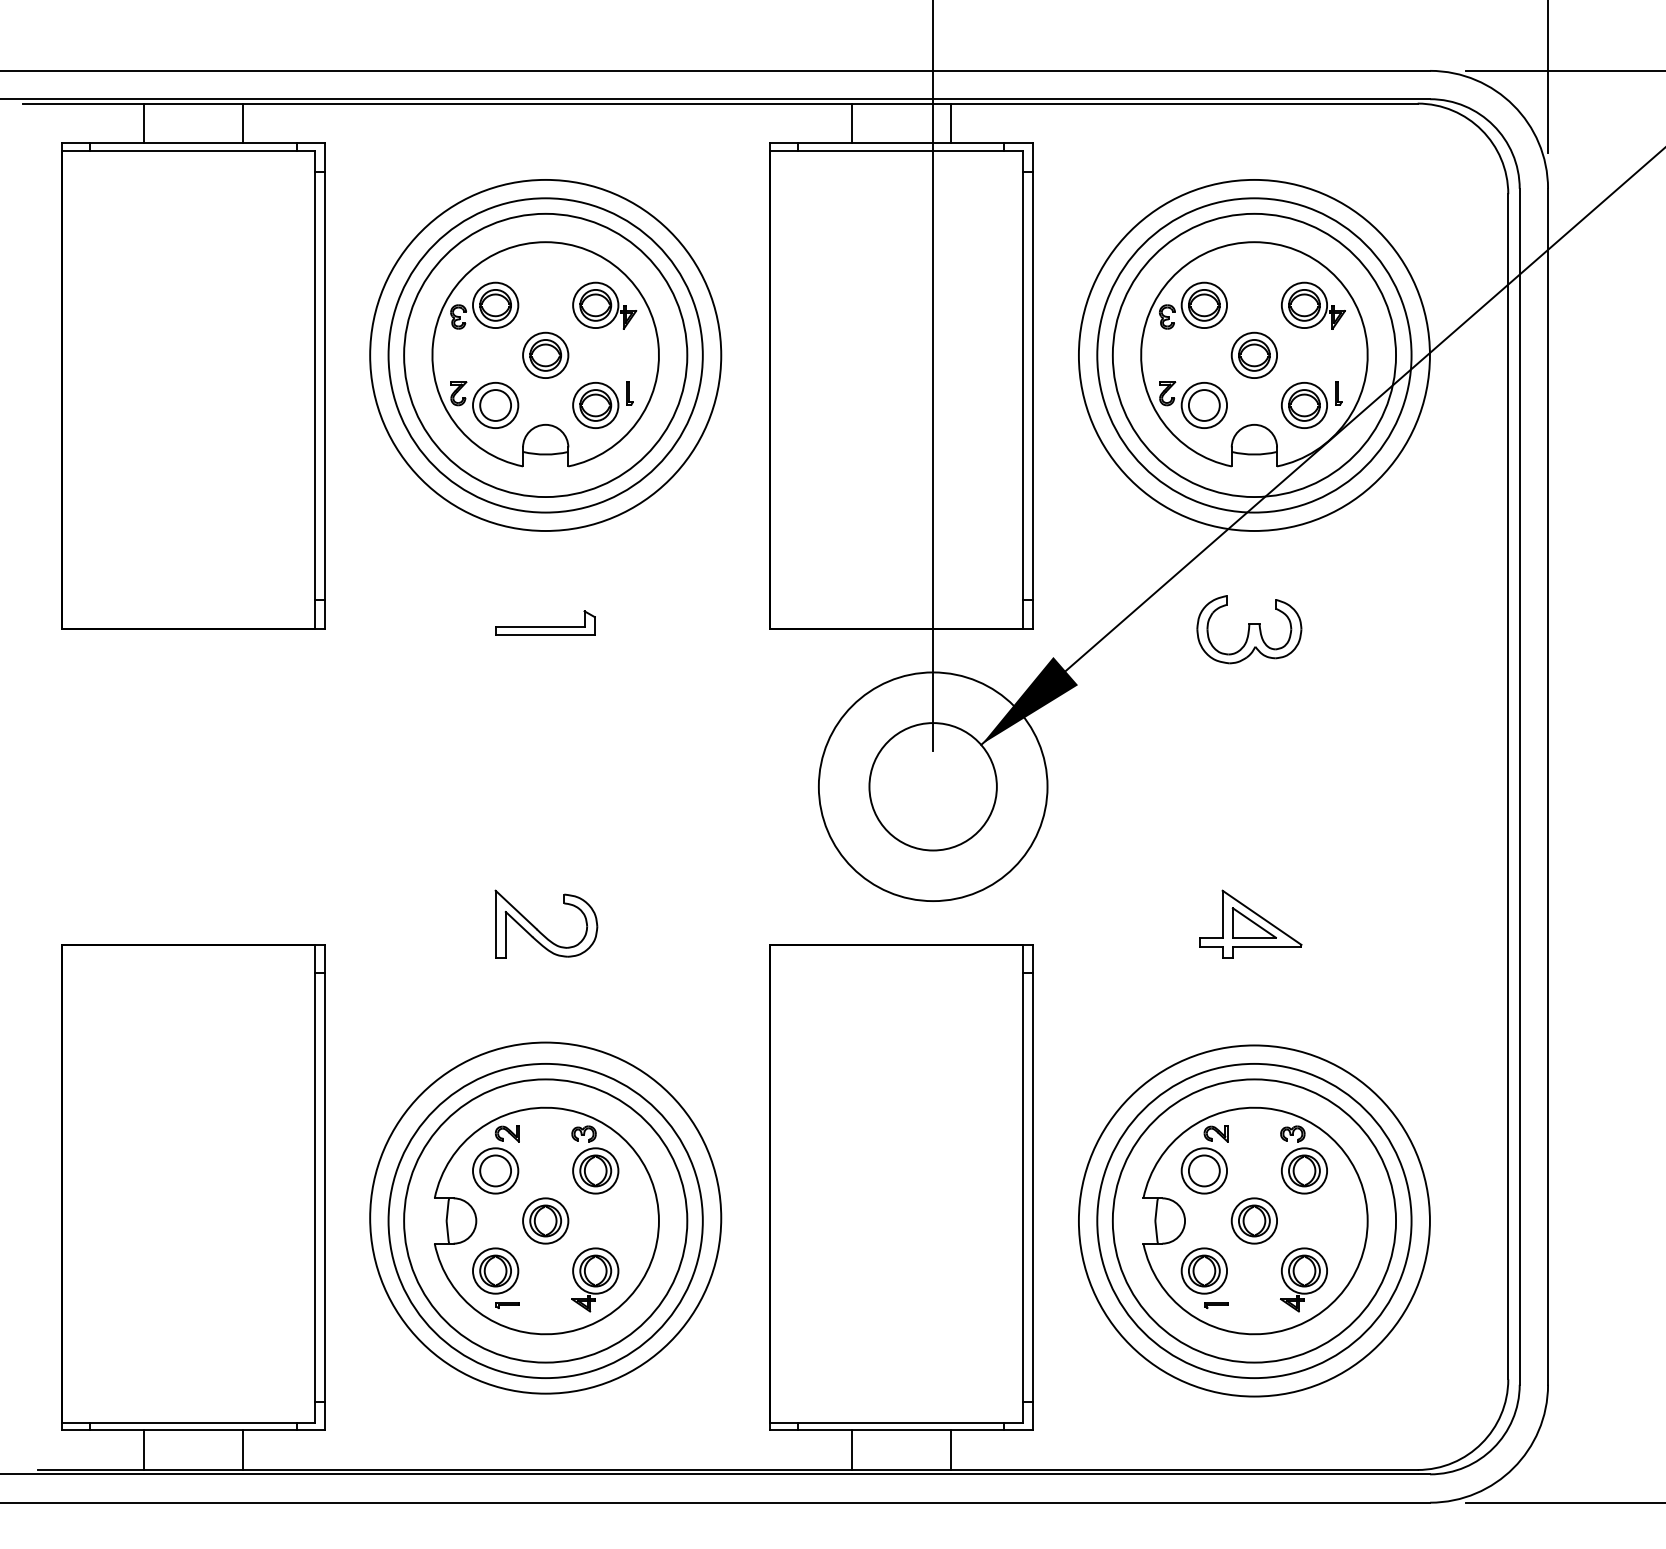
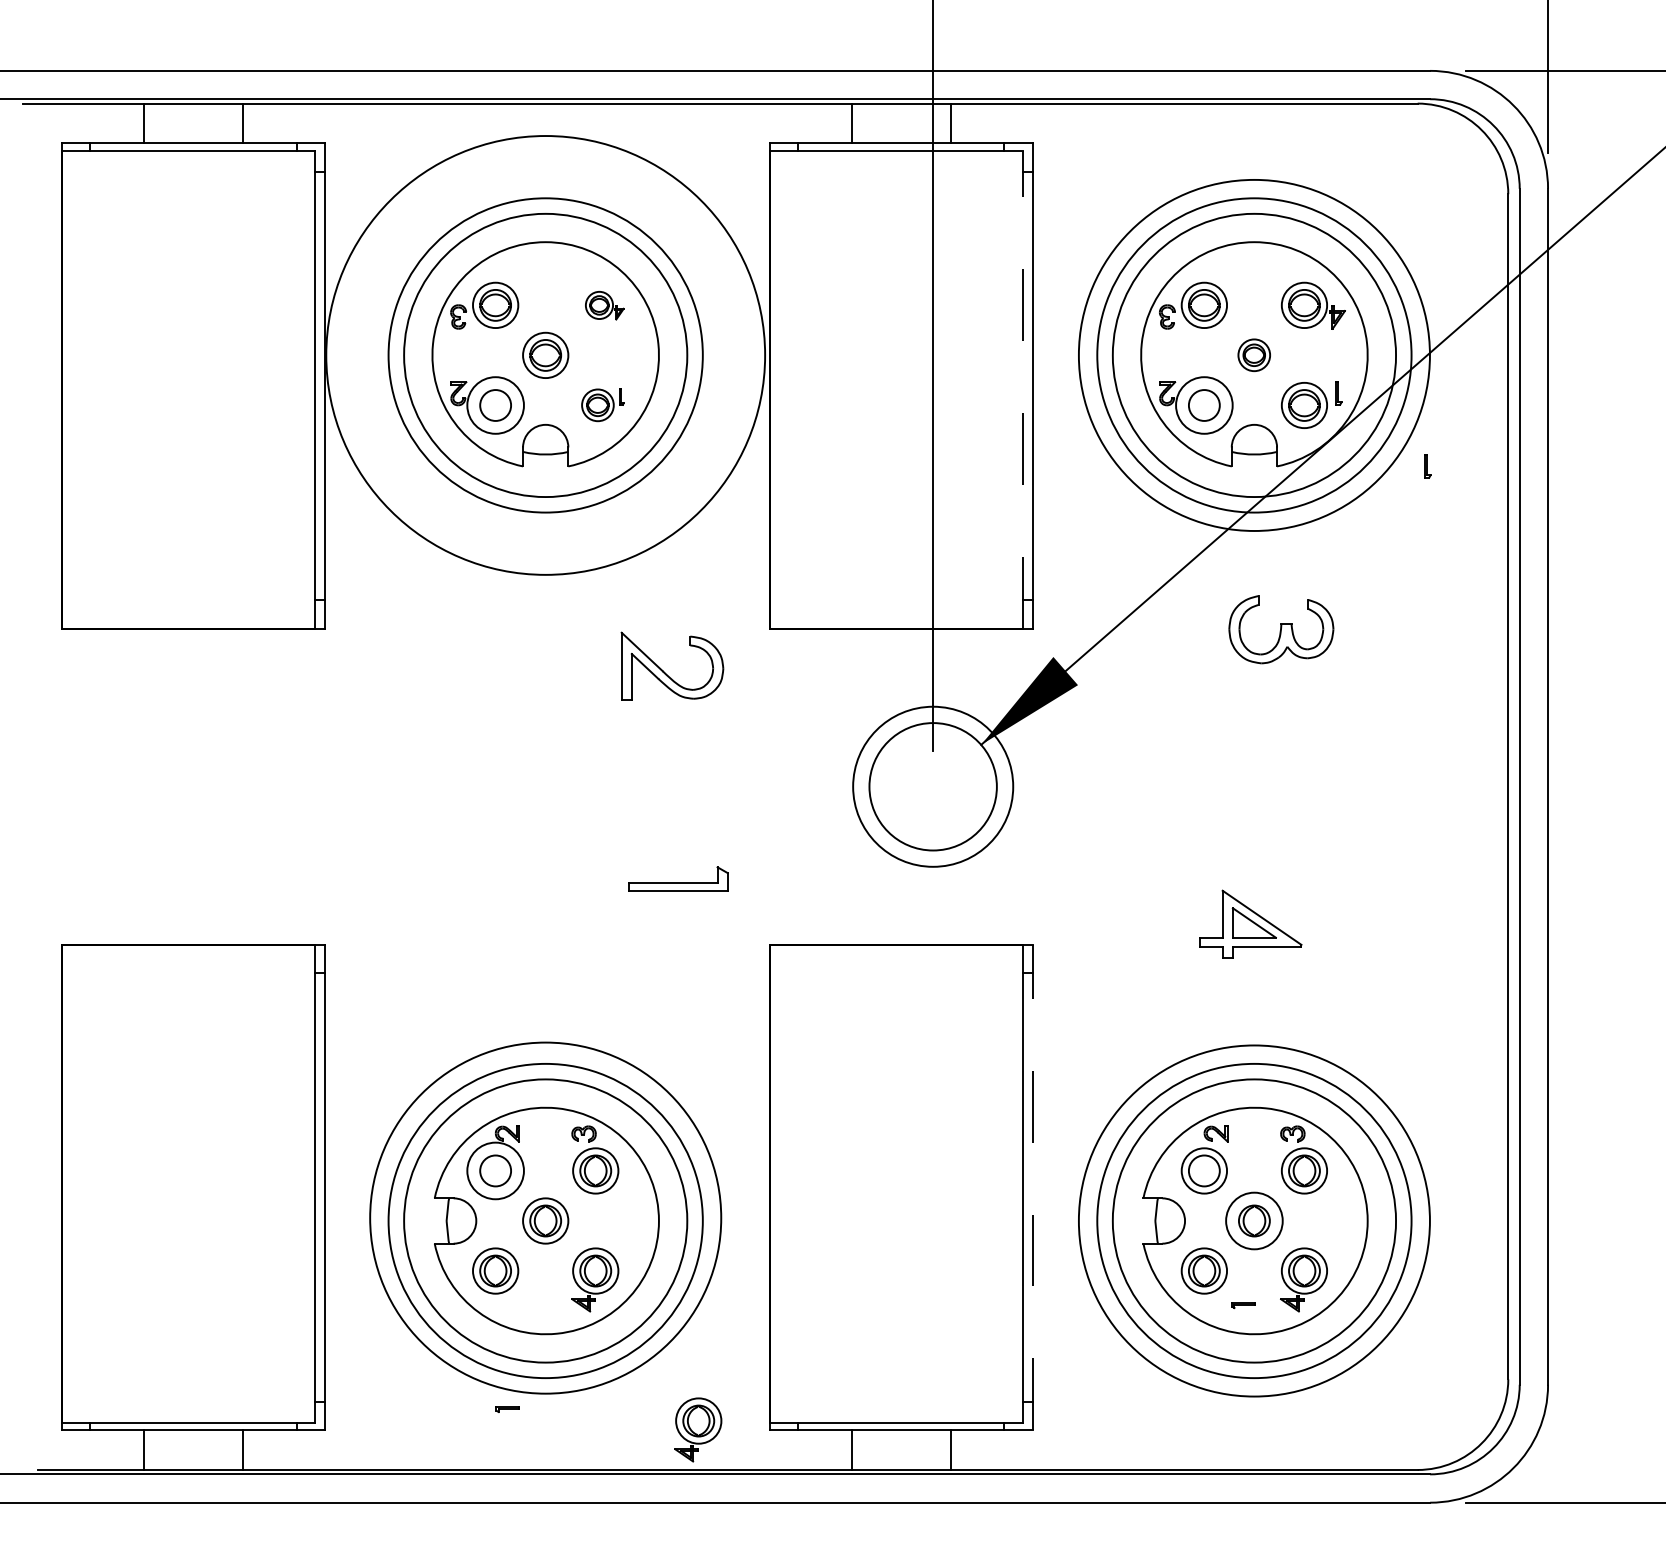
part at (604, 305) size: 66x49 px -> 40x30 px
circle at (545, 354) diameter: 351 px -> 439 px
part at (1253, 354) size: 48x48 px -> 34x34 px
line at (1023, 389): solid -> dashed
part at (602, 404) size: 62x48 px -> 44x35 px
circle at (495, 405) diameter: 45 px -> 57 px
circle at (1204, 405) diameter: 45 px -> 57 px
part at (1427, 466): none -> present
part at (545, 622) position: (545, 622) -> (678, 878)
part at (1249, 629) position: (1249, 629) -> (1281, 629)
circle at (932, 786) diameter: 229 px -> 160 px
part at (539, 930) position: (539, 930) -> (665, 672)
circle at (495, 1170) diameter: 45 px -> 57 px
line at (1032, 1187): solid -> dashed
circle at (1254, 1220) diameter: 45 px -> 57 px
part at (507, 1305) position: (507, 1305) -> (507, 1409)
part at (1216, 1305) position: (1216, 1305) -> (1243, 1305)
part at (698, 1429): none -> present
